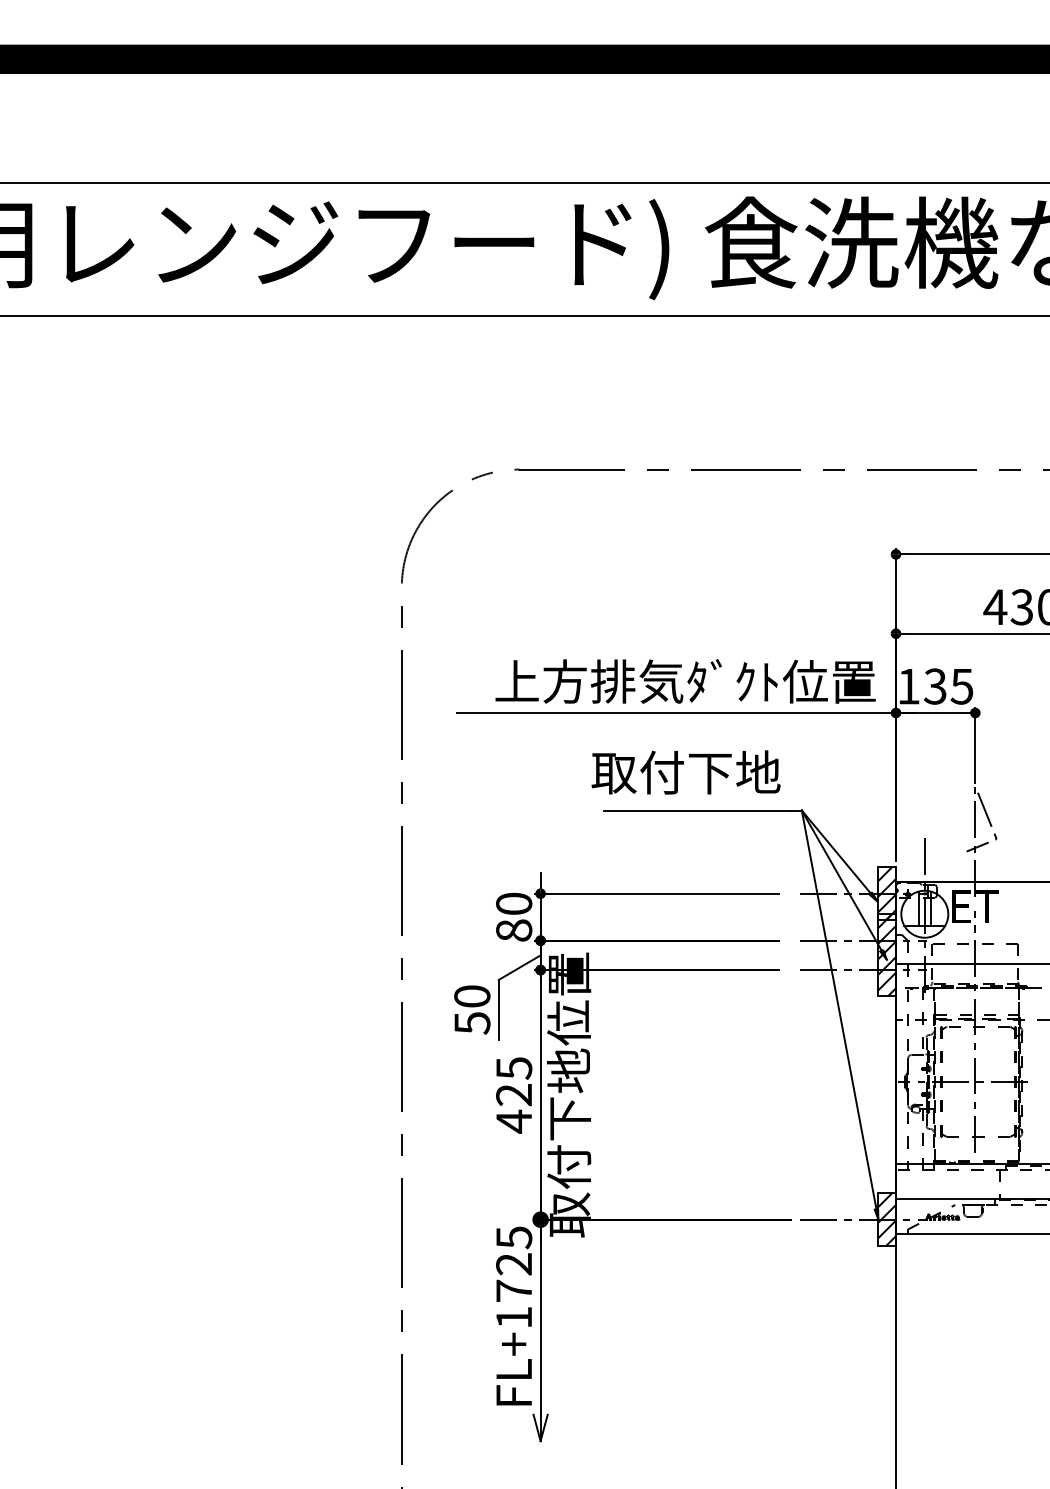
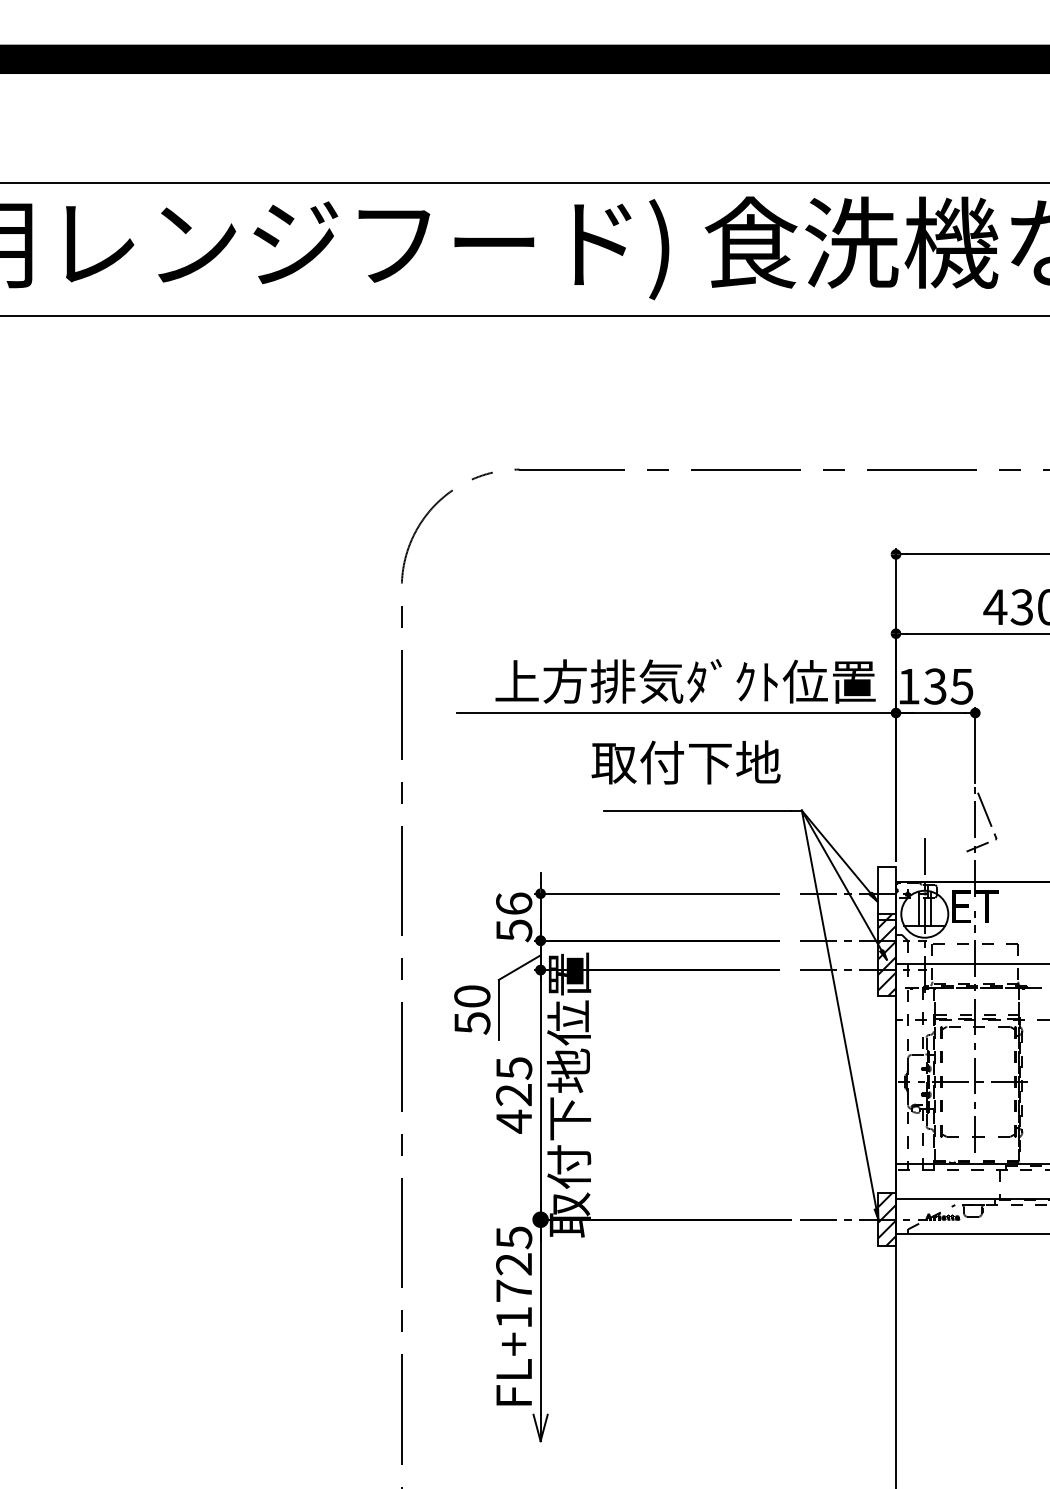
text at (685, 772) position: (685, 772) -> (685, 762)
hatch at (887, 893): present -> none
text at (514, 917): 80 -> 56
